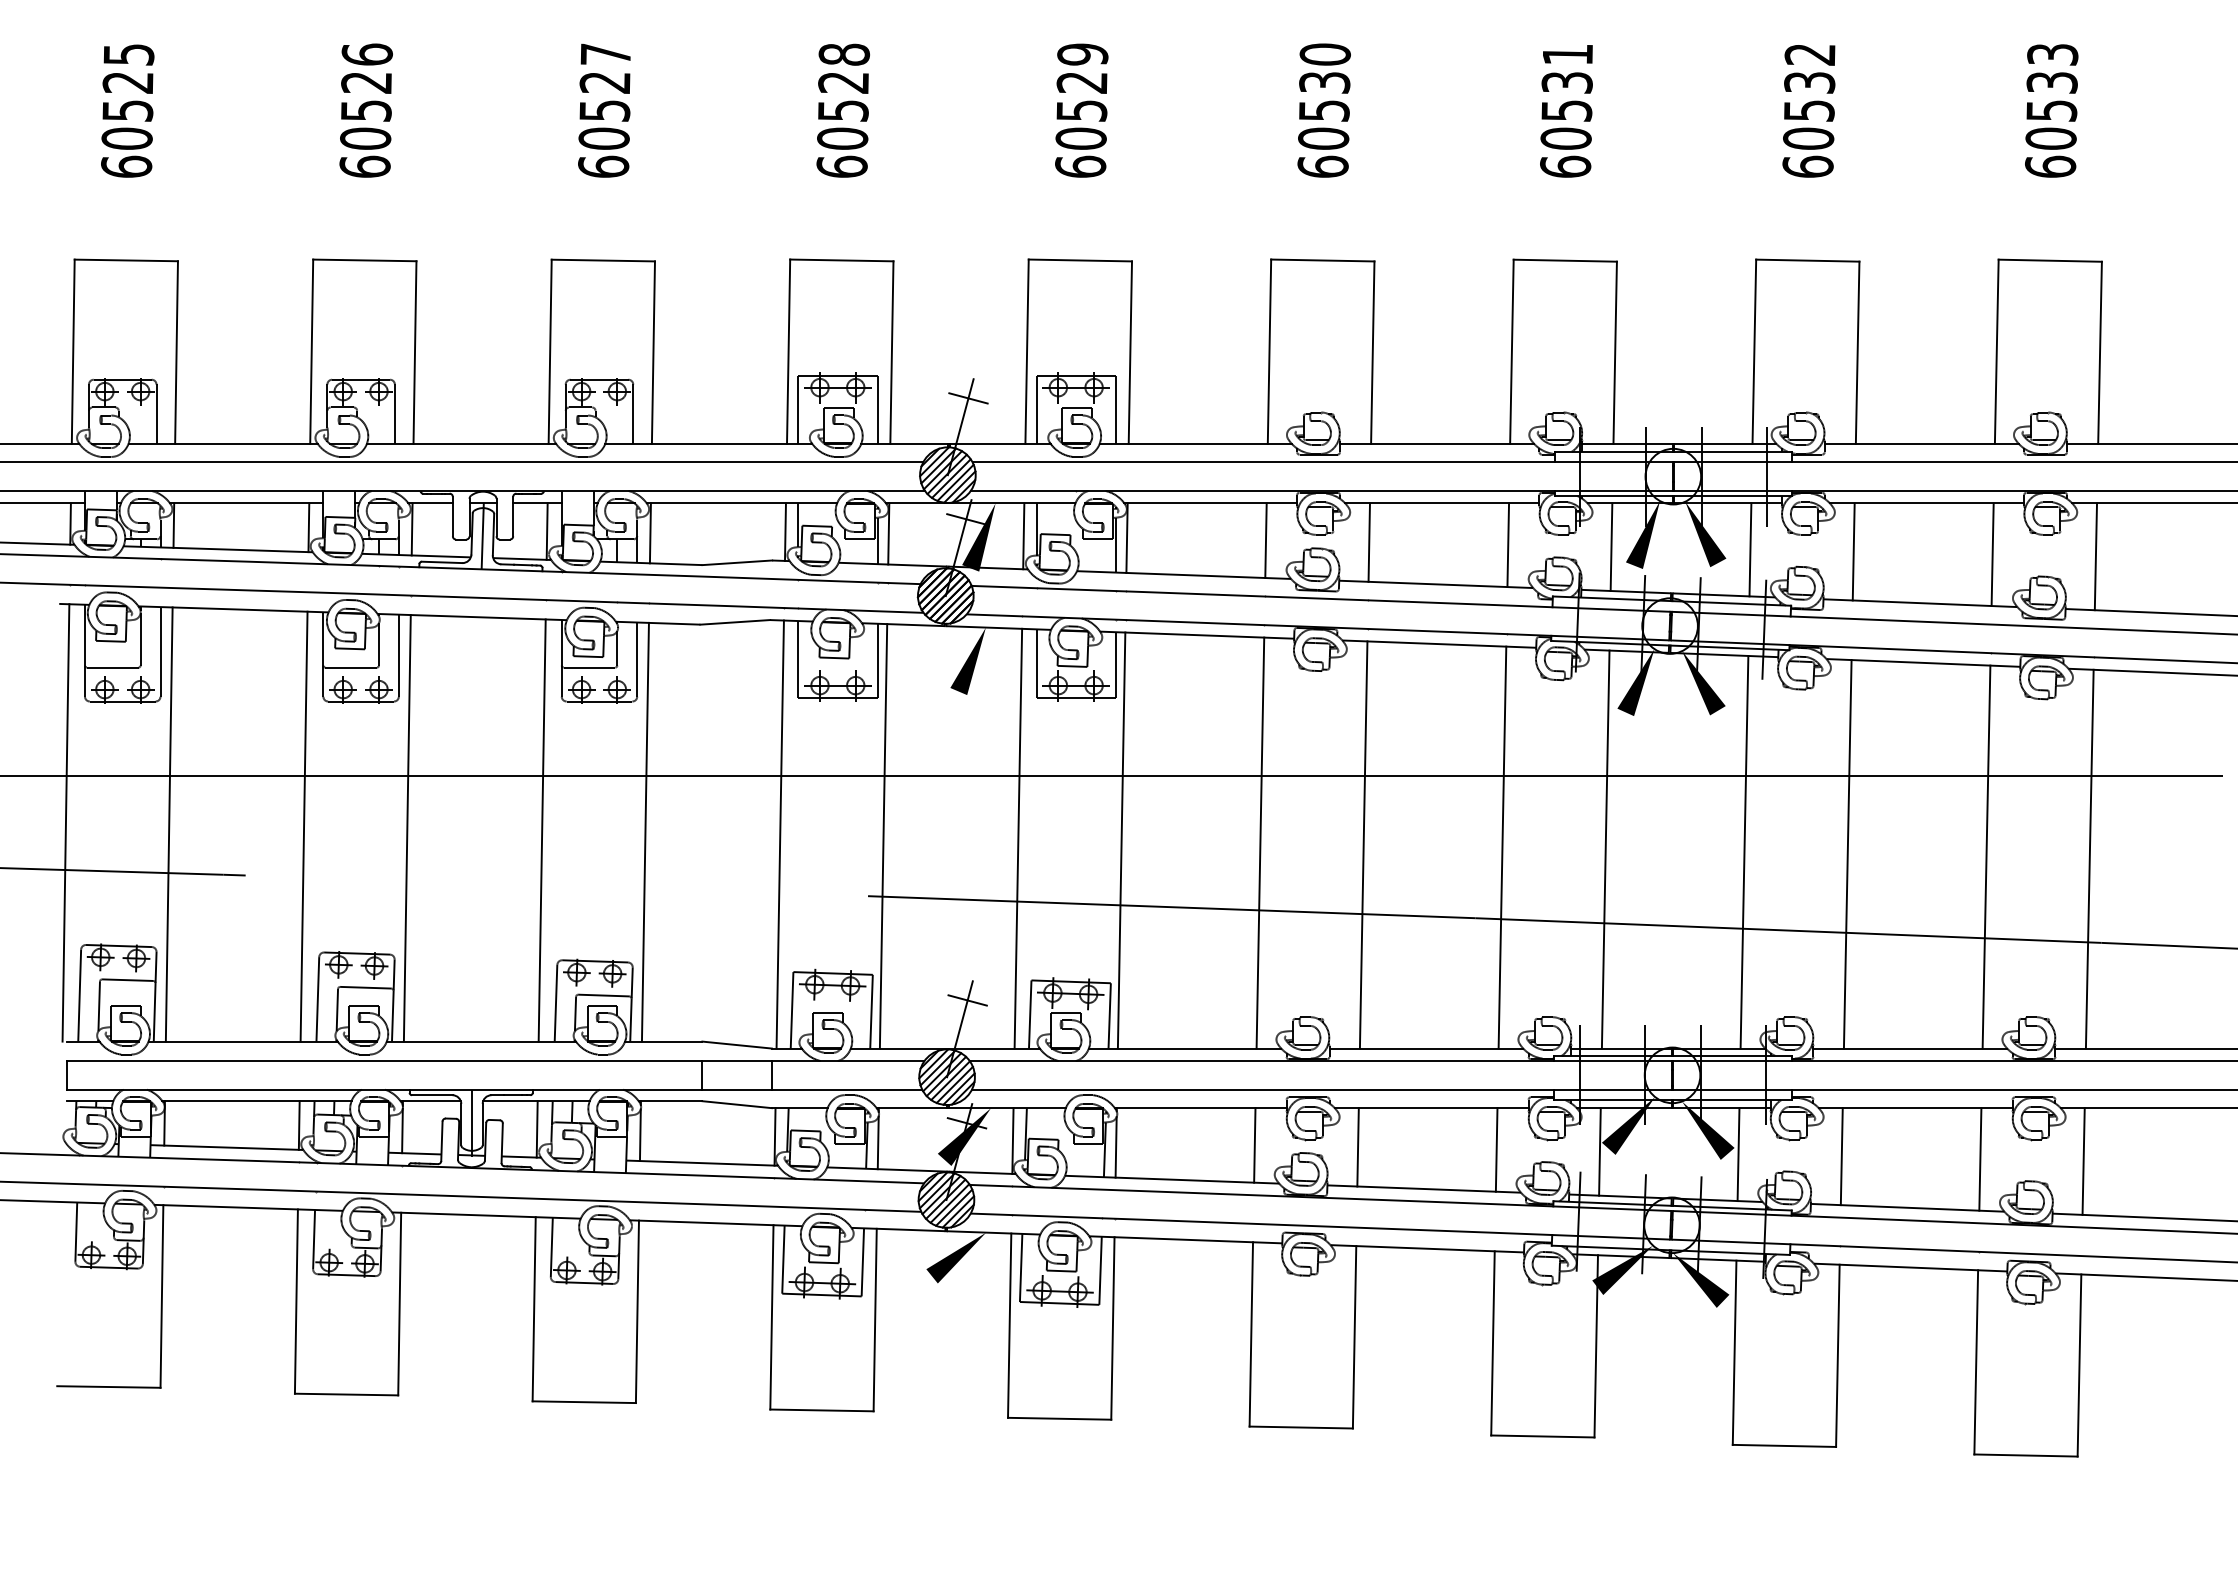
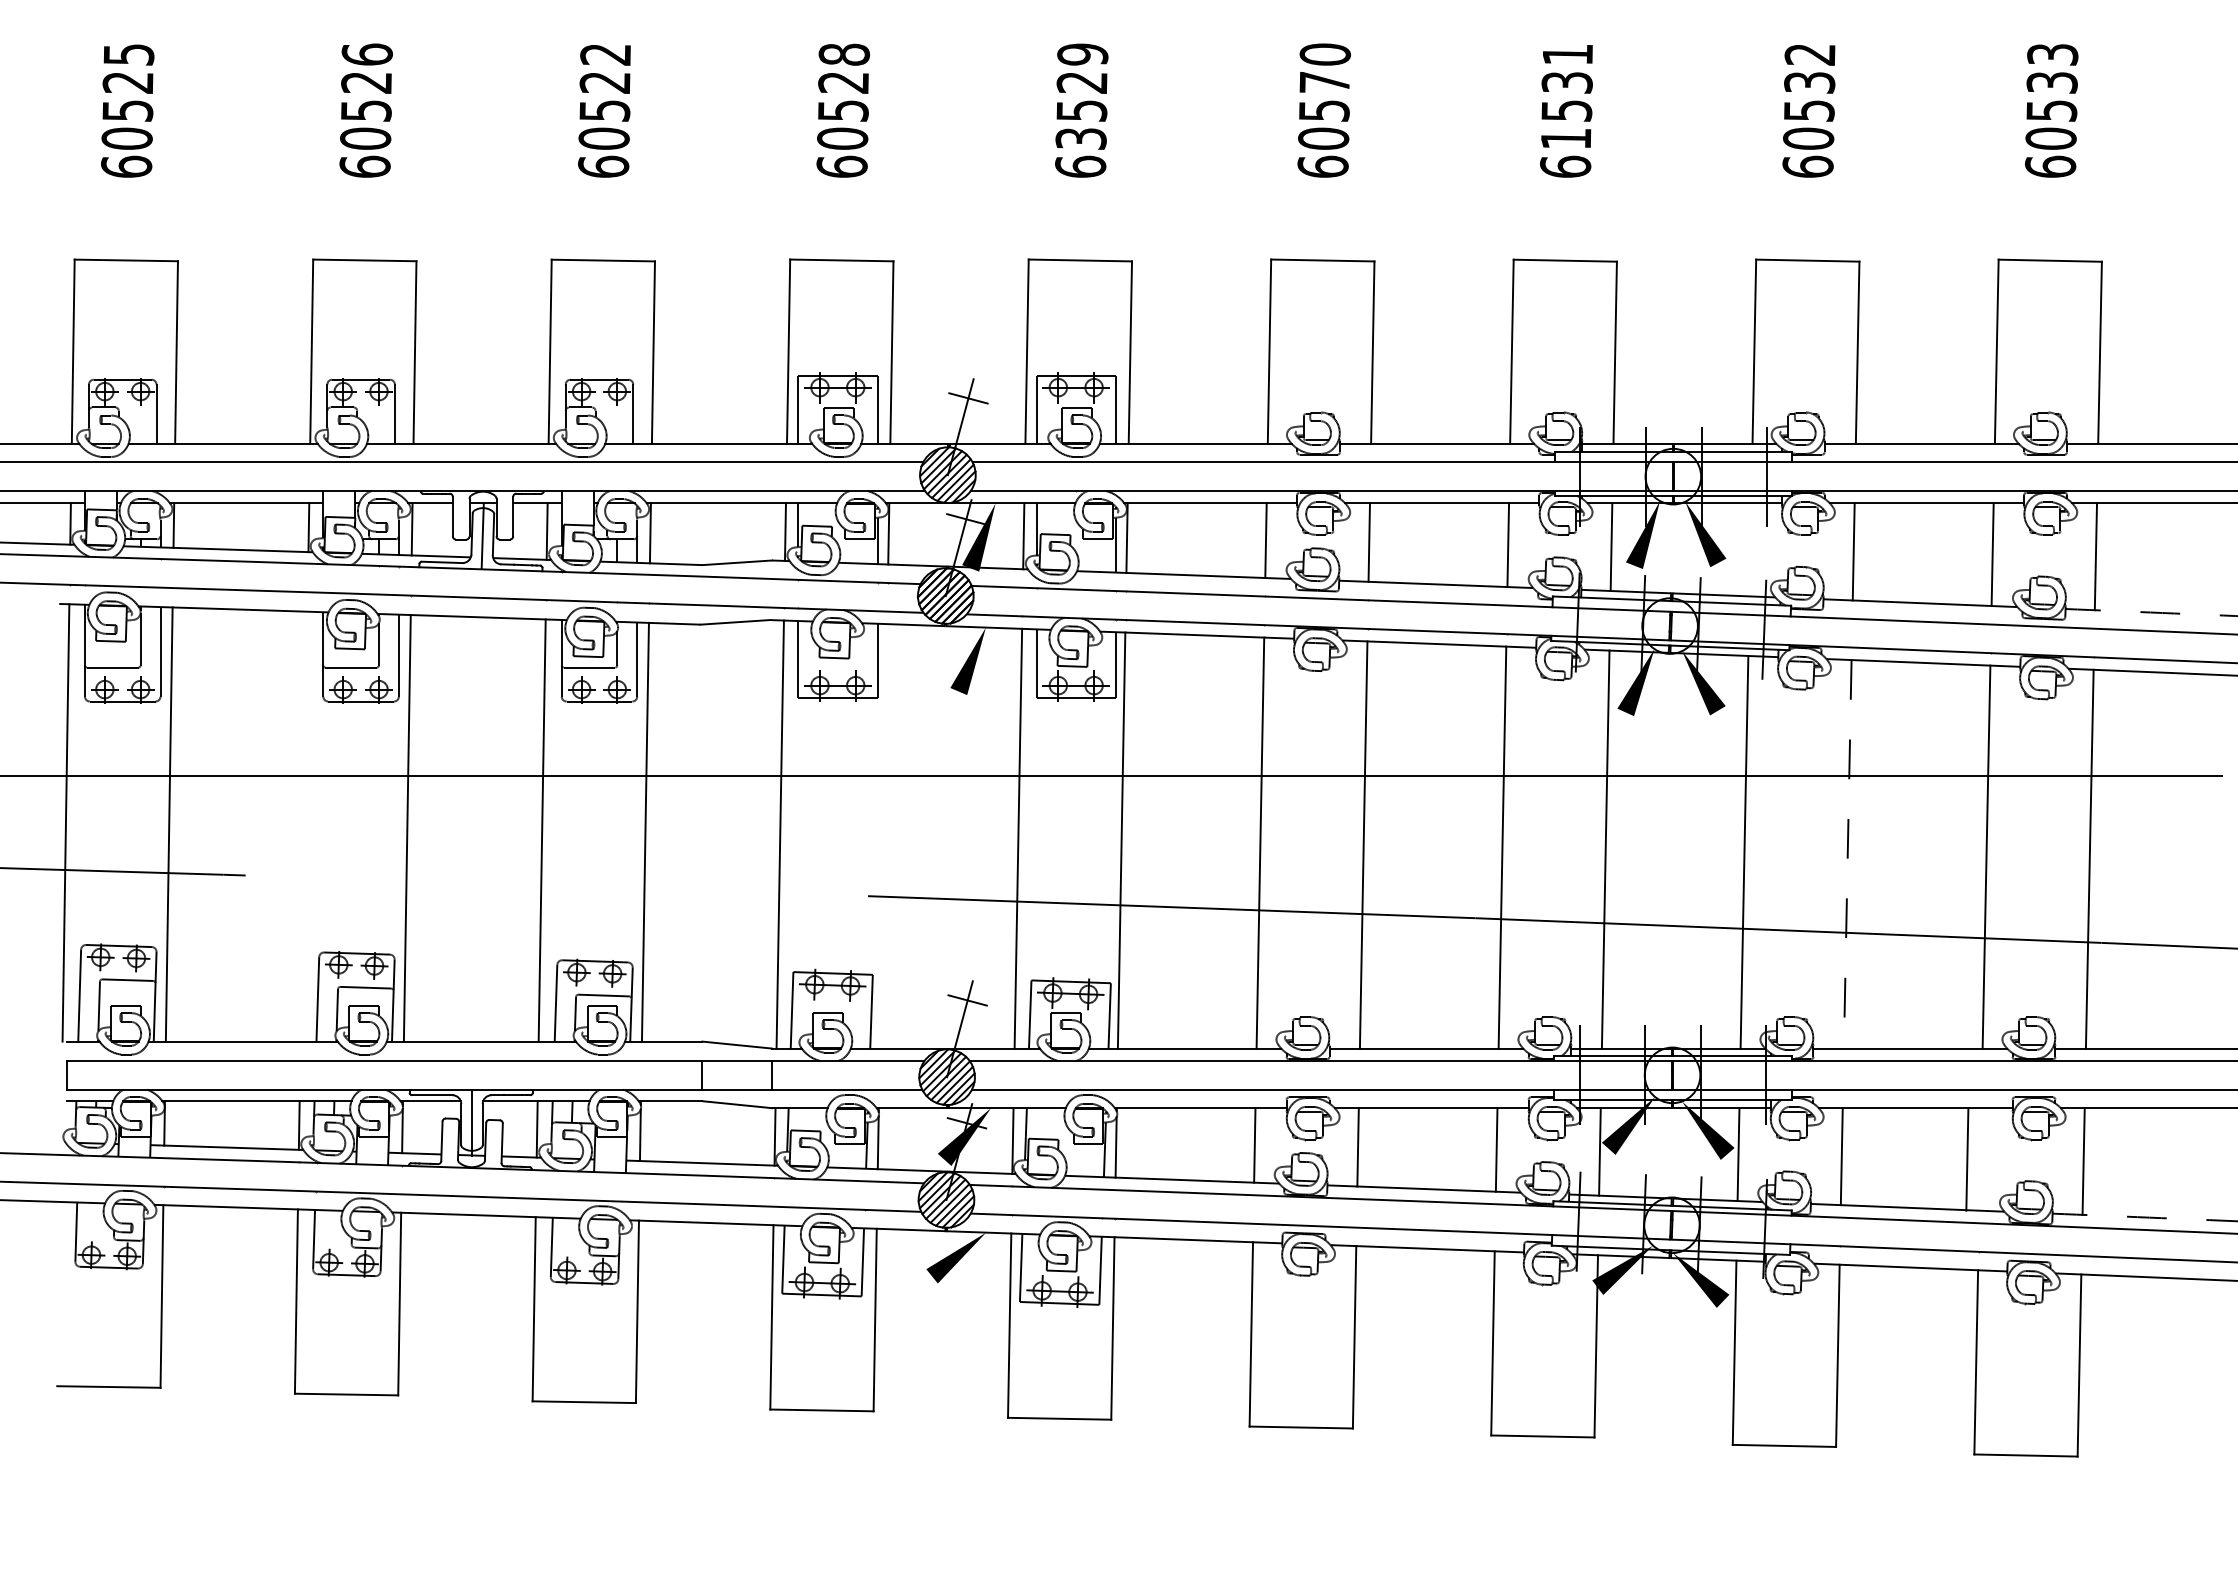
text at (605, 54): 60527 -> 60522
text at (1324, 82): 60530 -> 60570
text at (1080, 138): 60529 -> 63529
text at (1565, 138): 60531 -> 61531
line at (1750, 549): present -> none
arc at (2151, 612): solid -> dashed
line at (303, 826): present -> none
line at (883, 836): present -> none
line at (1847, 854): solid -> dashed
line at (1980, 1159) position: (1980, 1159) -> (1967, 1159)
arc at (2145, 1217): solid -> dashed
